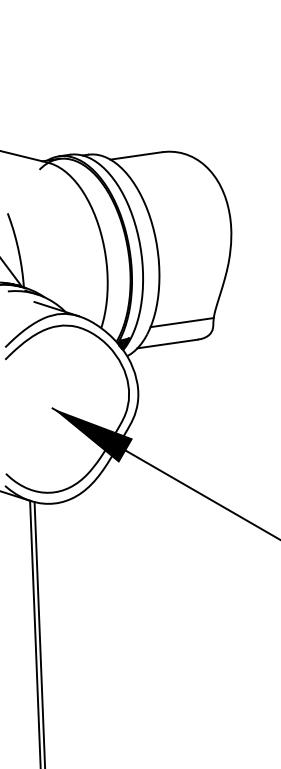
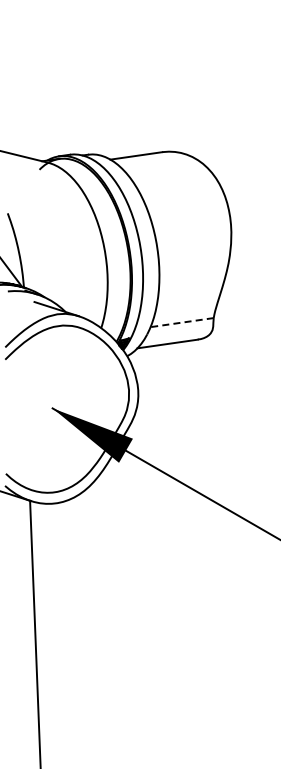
line at (182, 322): solid -> dashed
line at (39, 633): present -> none
